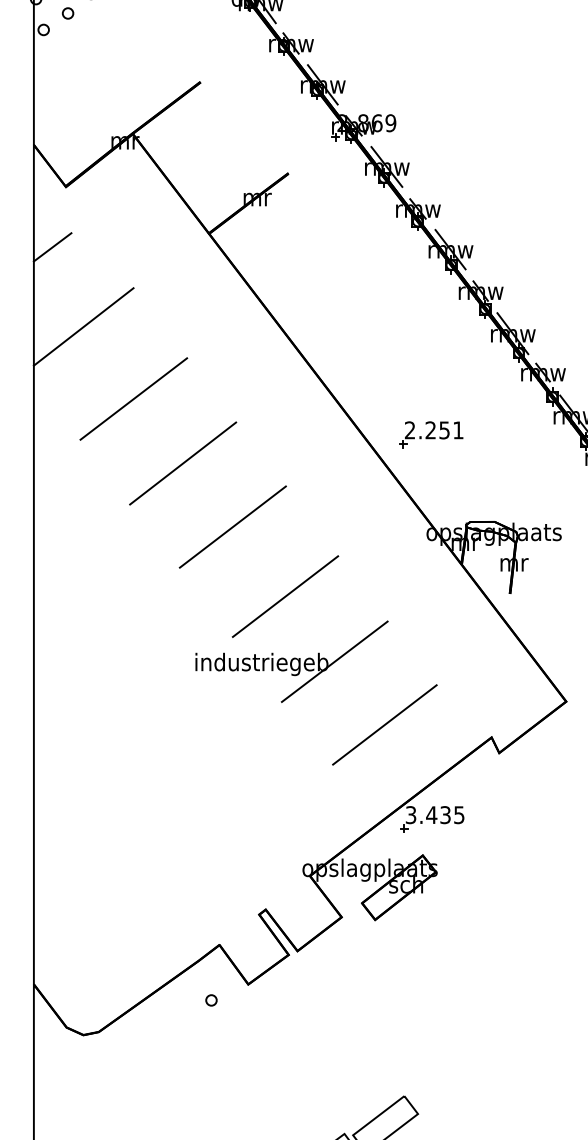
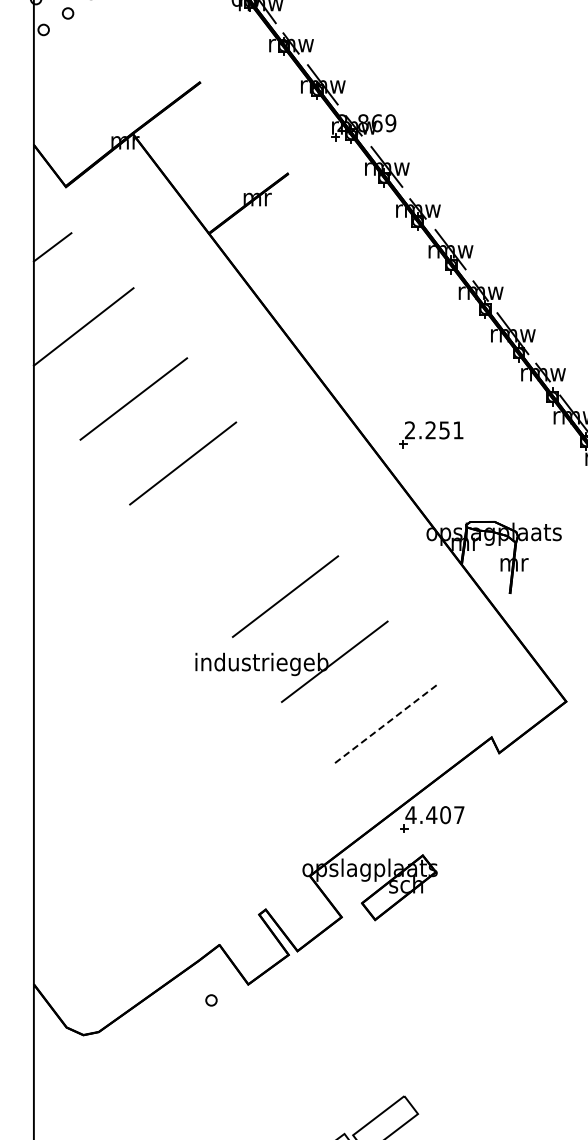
line at (232, 526): present -> none
line at (384, 725): solid -> dashed
text at (434, 815): 3.435 -> 4.407
